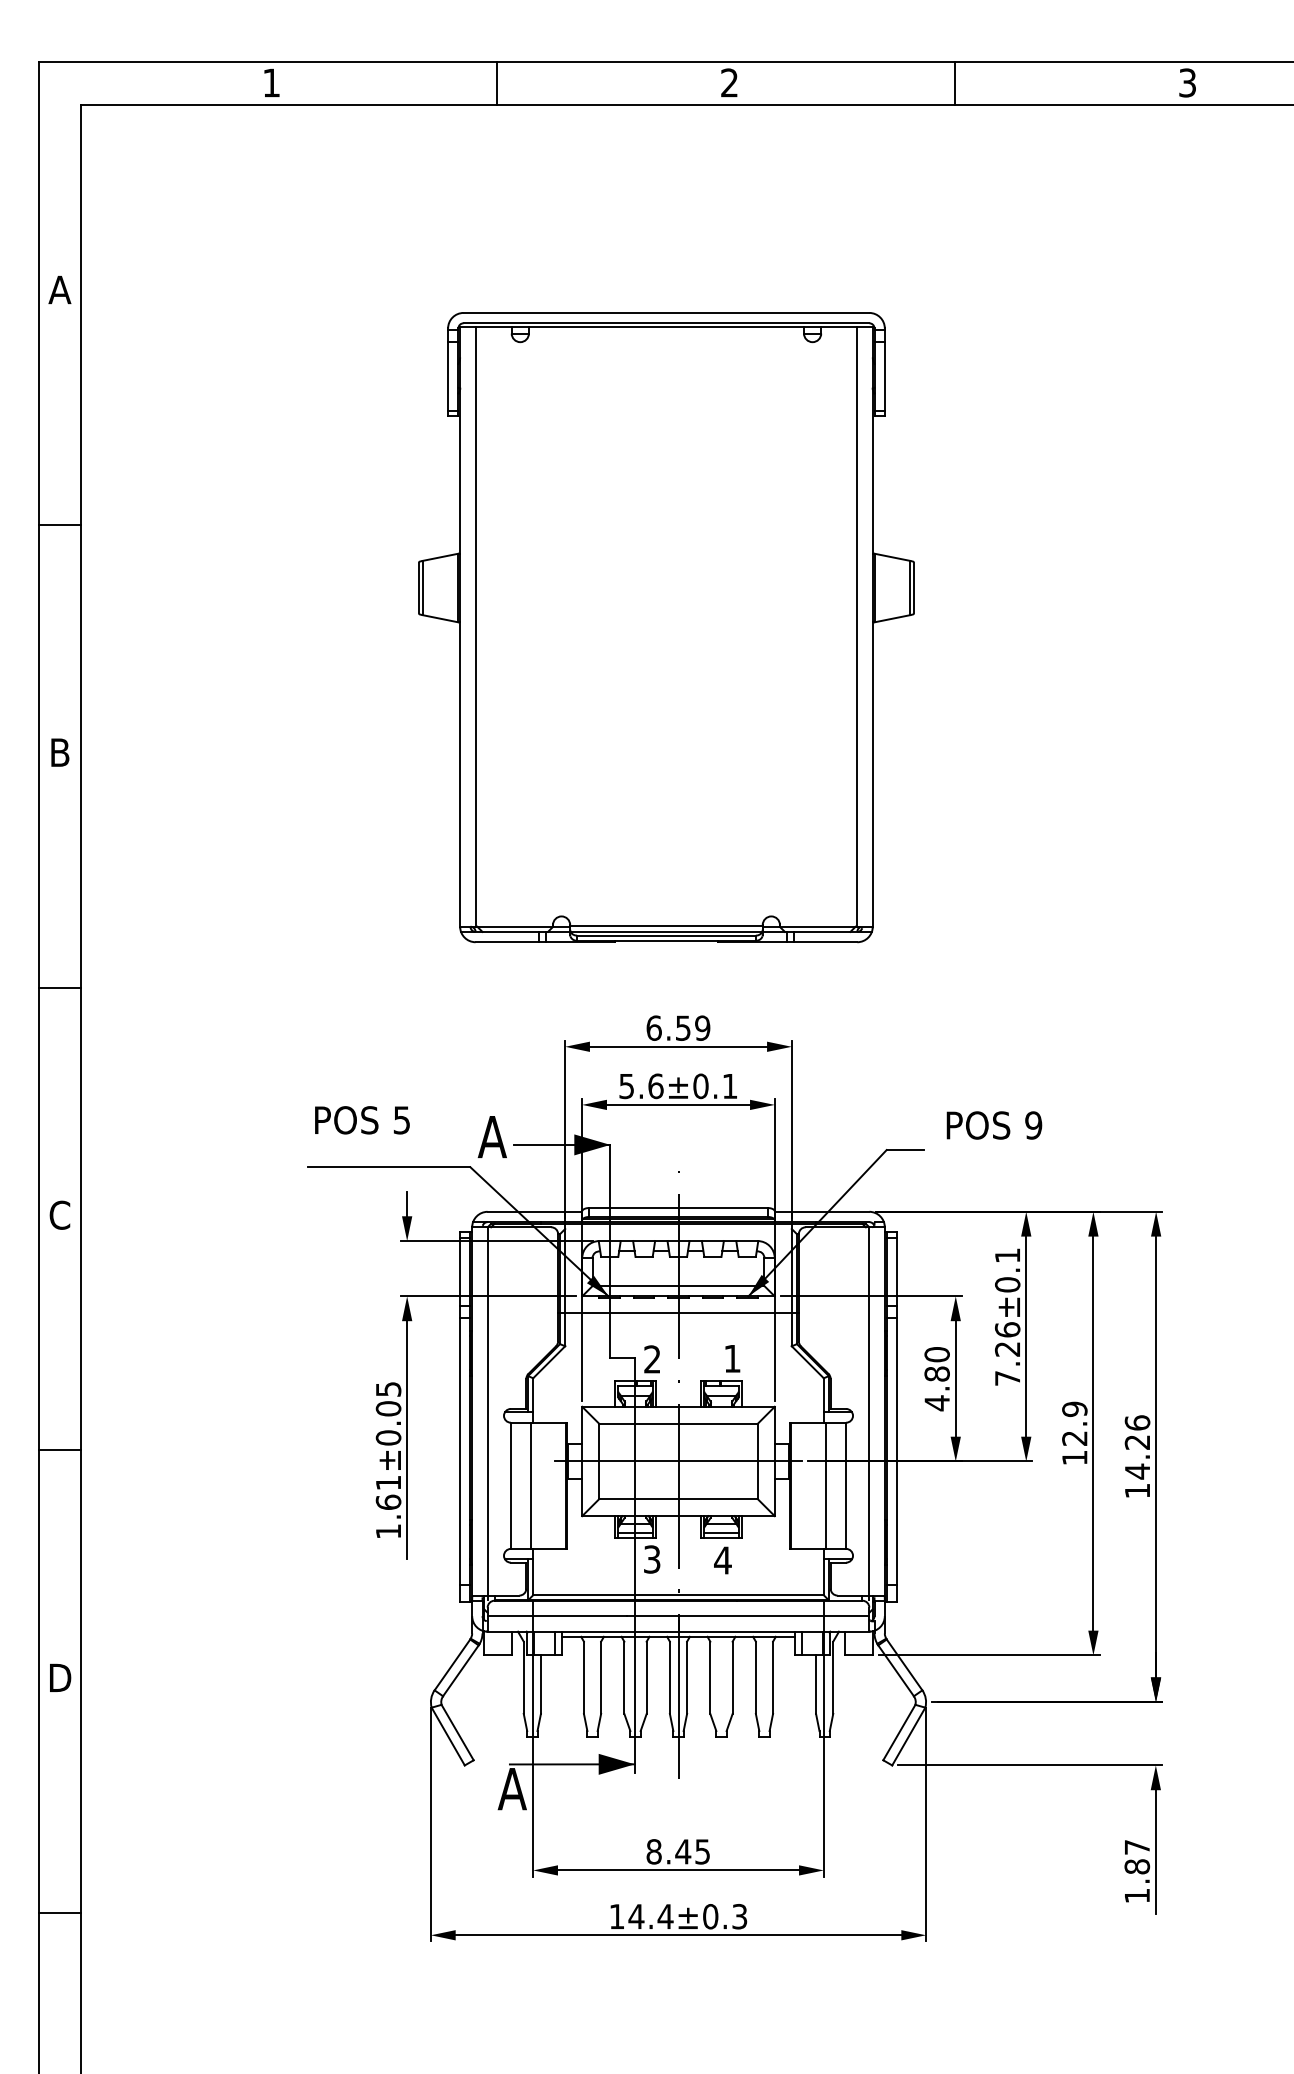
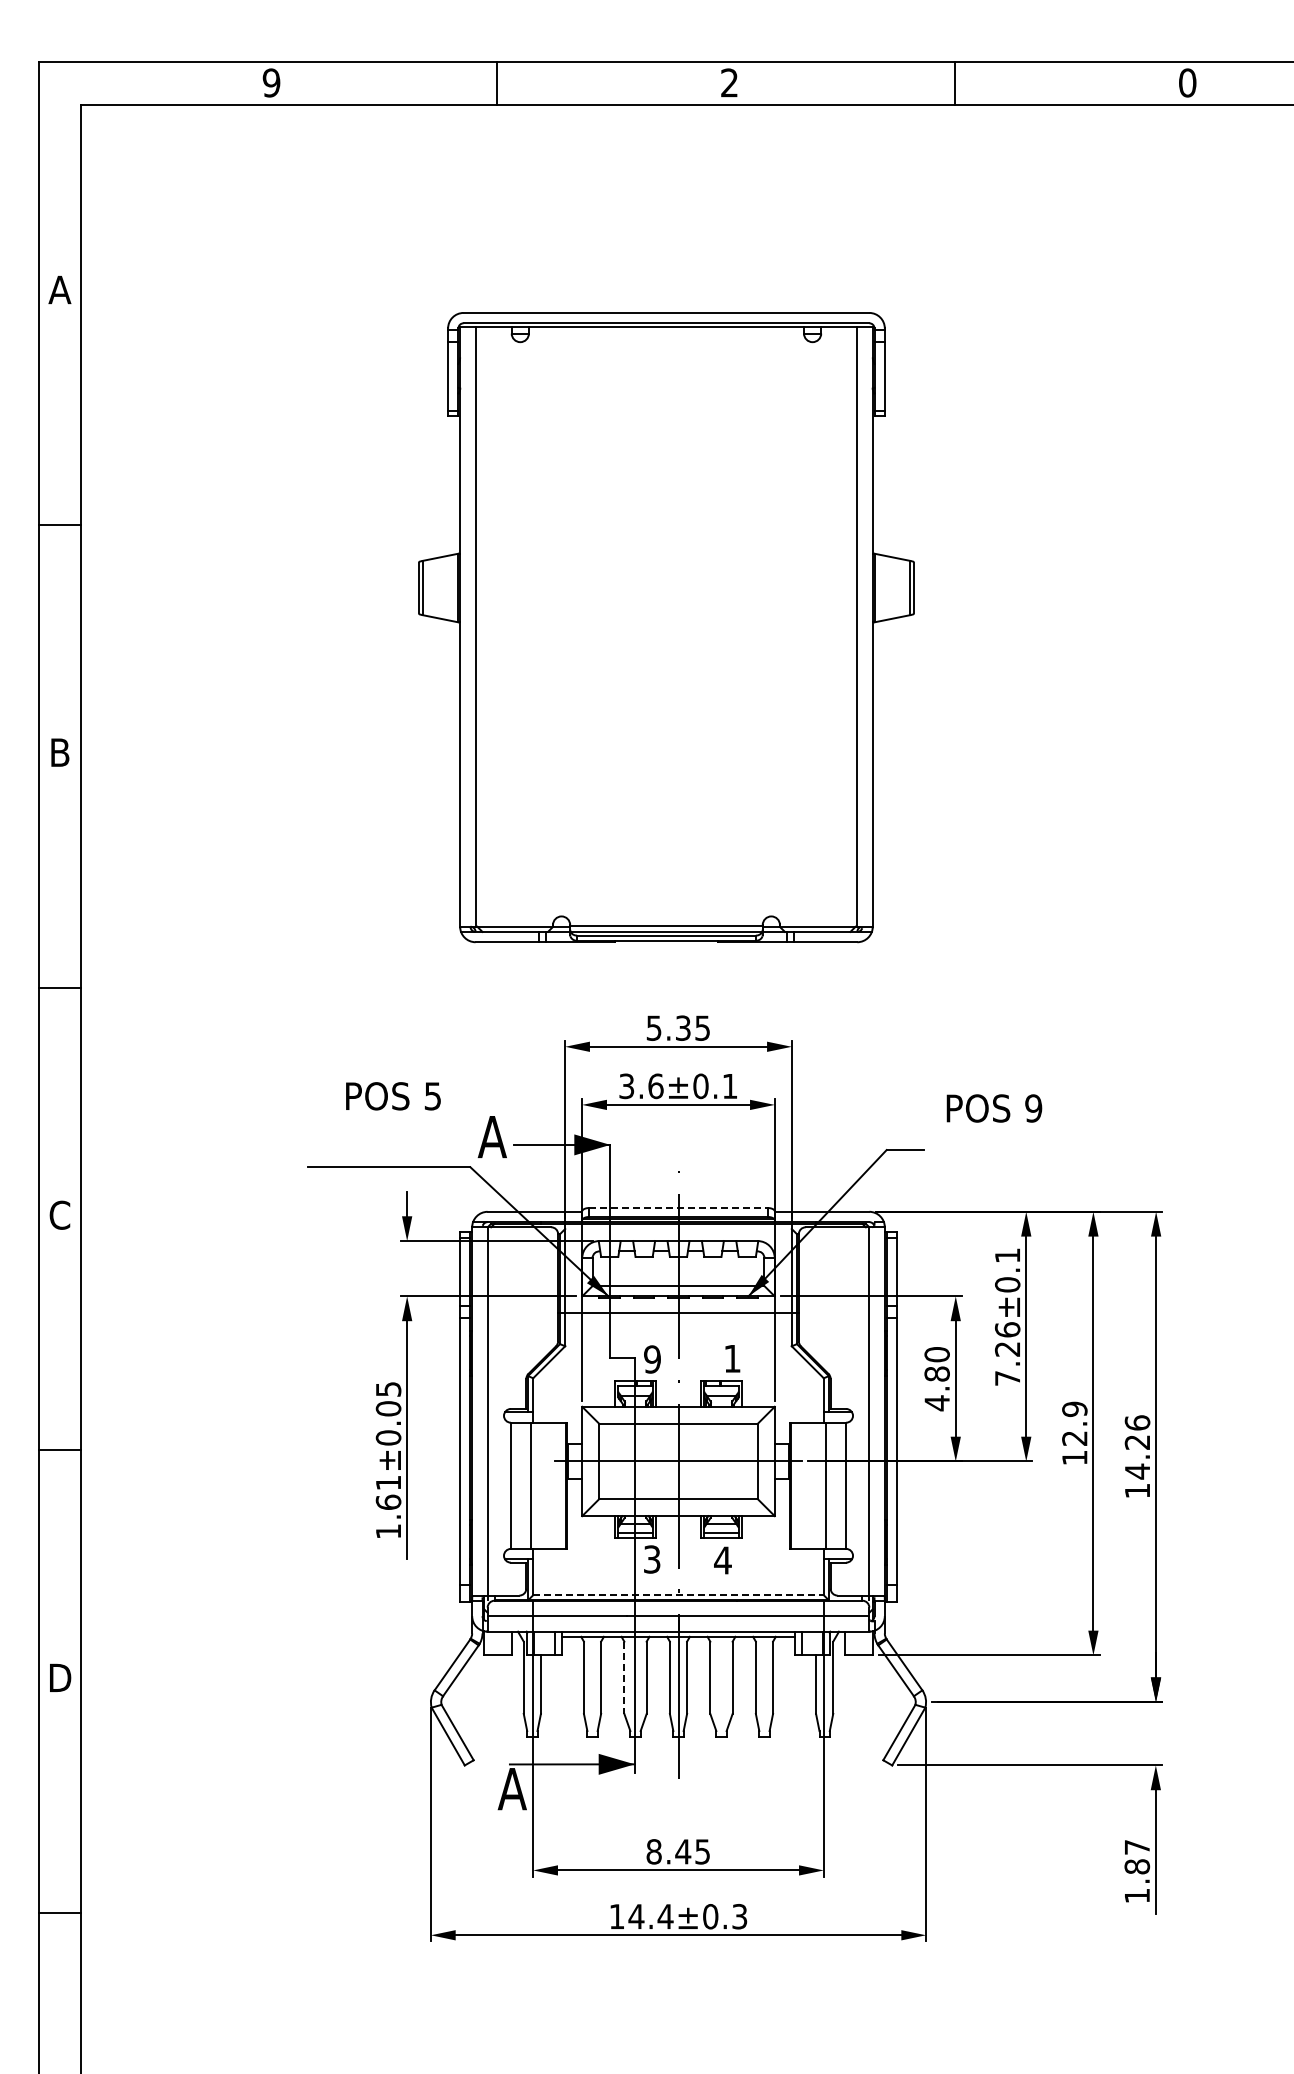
text at (271, 82): 1 -> 9
text at (1187, 82): 3 -> 0
text at (678, 1027): 6.59 -> 5.35
text at (627, 1085): 5.6±0.1 -> 3.6±0.1
text at (362, 1120) position: (362, 1120) -> (393, 1096)
text at (994, 1125) position: (994, 1125) -> (994, 1108)
line at (679, 1208): solid -> dashed
text at (652, 1359): 2 -> 9
line at (679, 1595): solid -> dashed
line at (624, 1678): solid -> dashed
